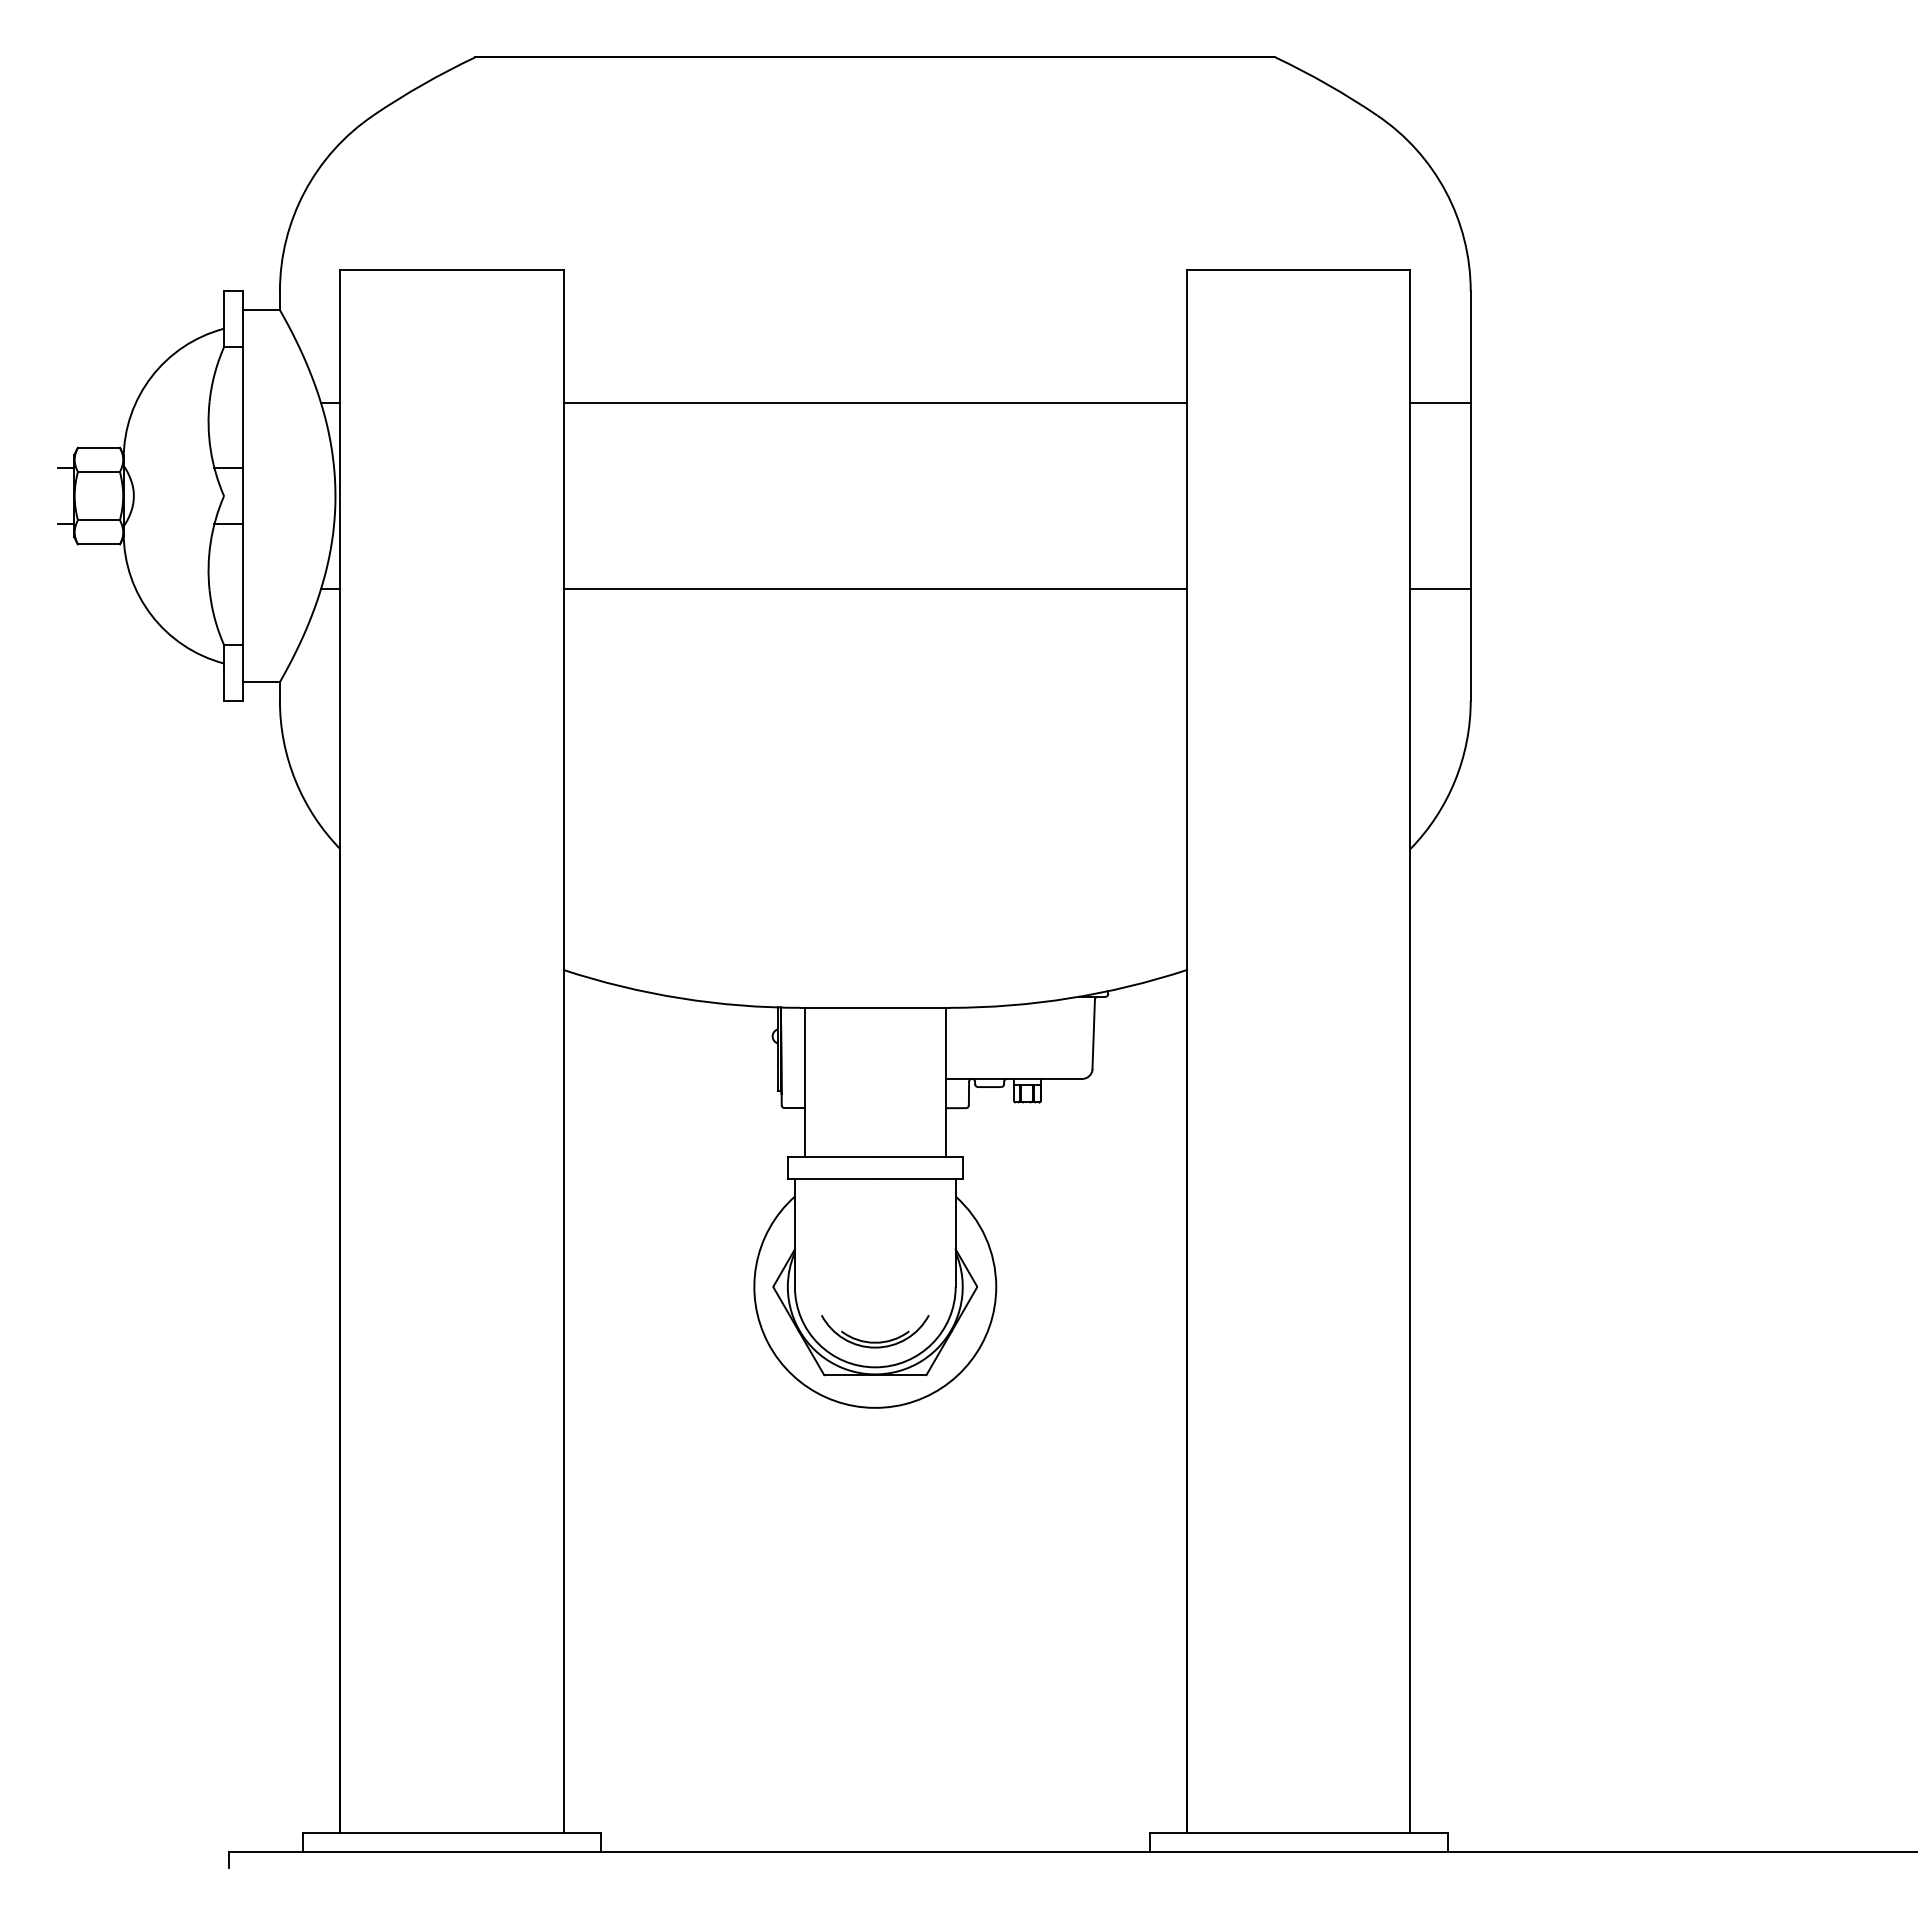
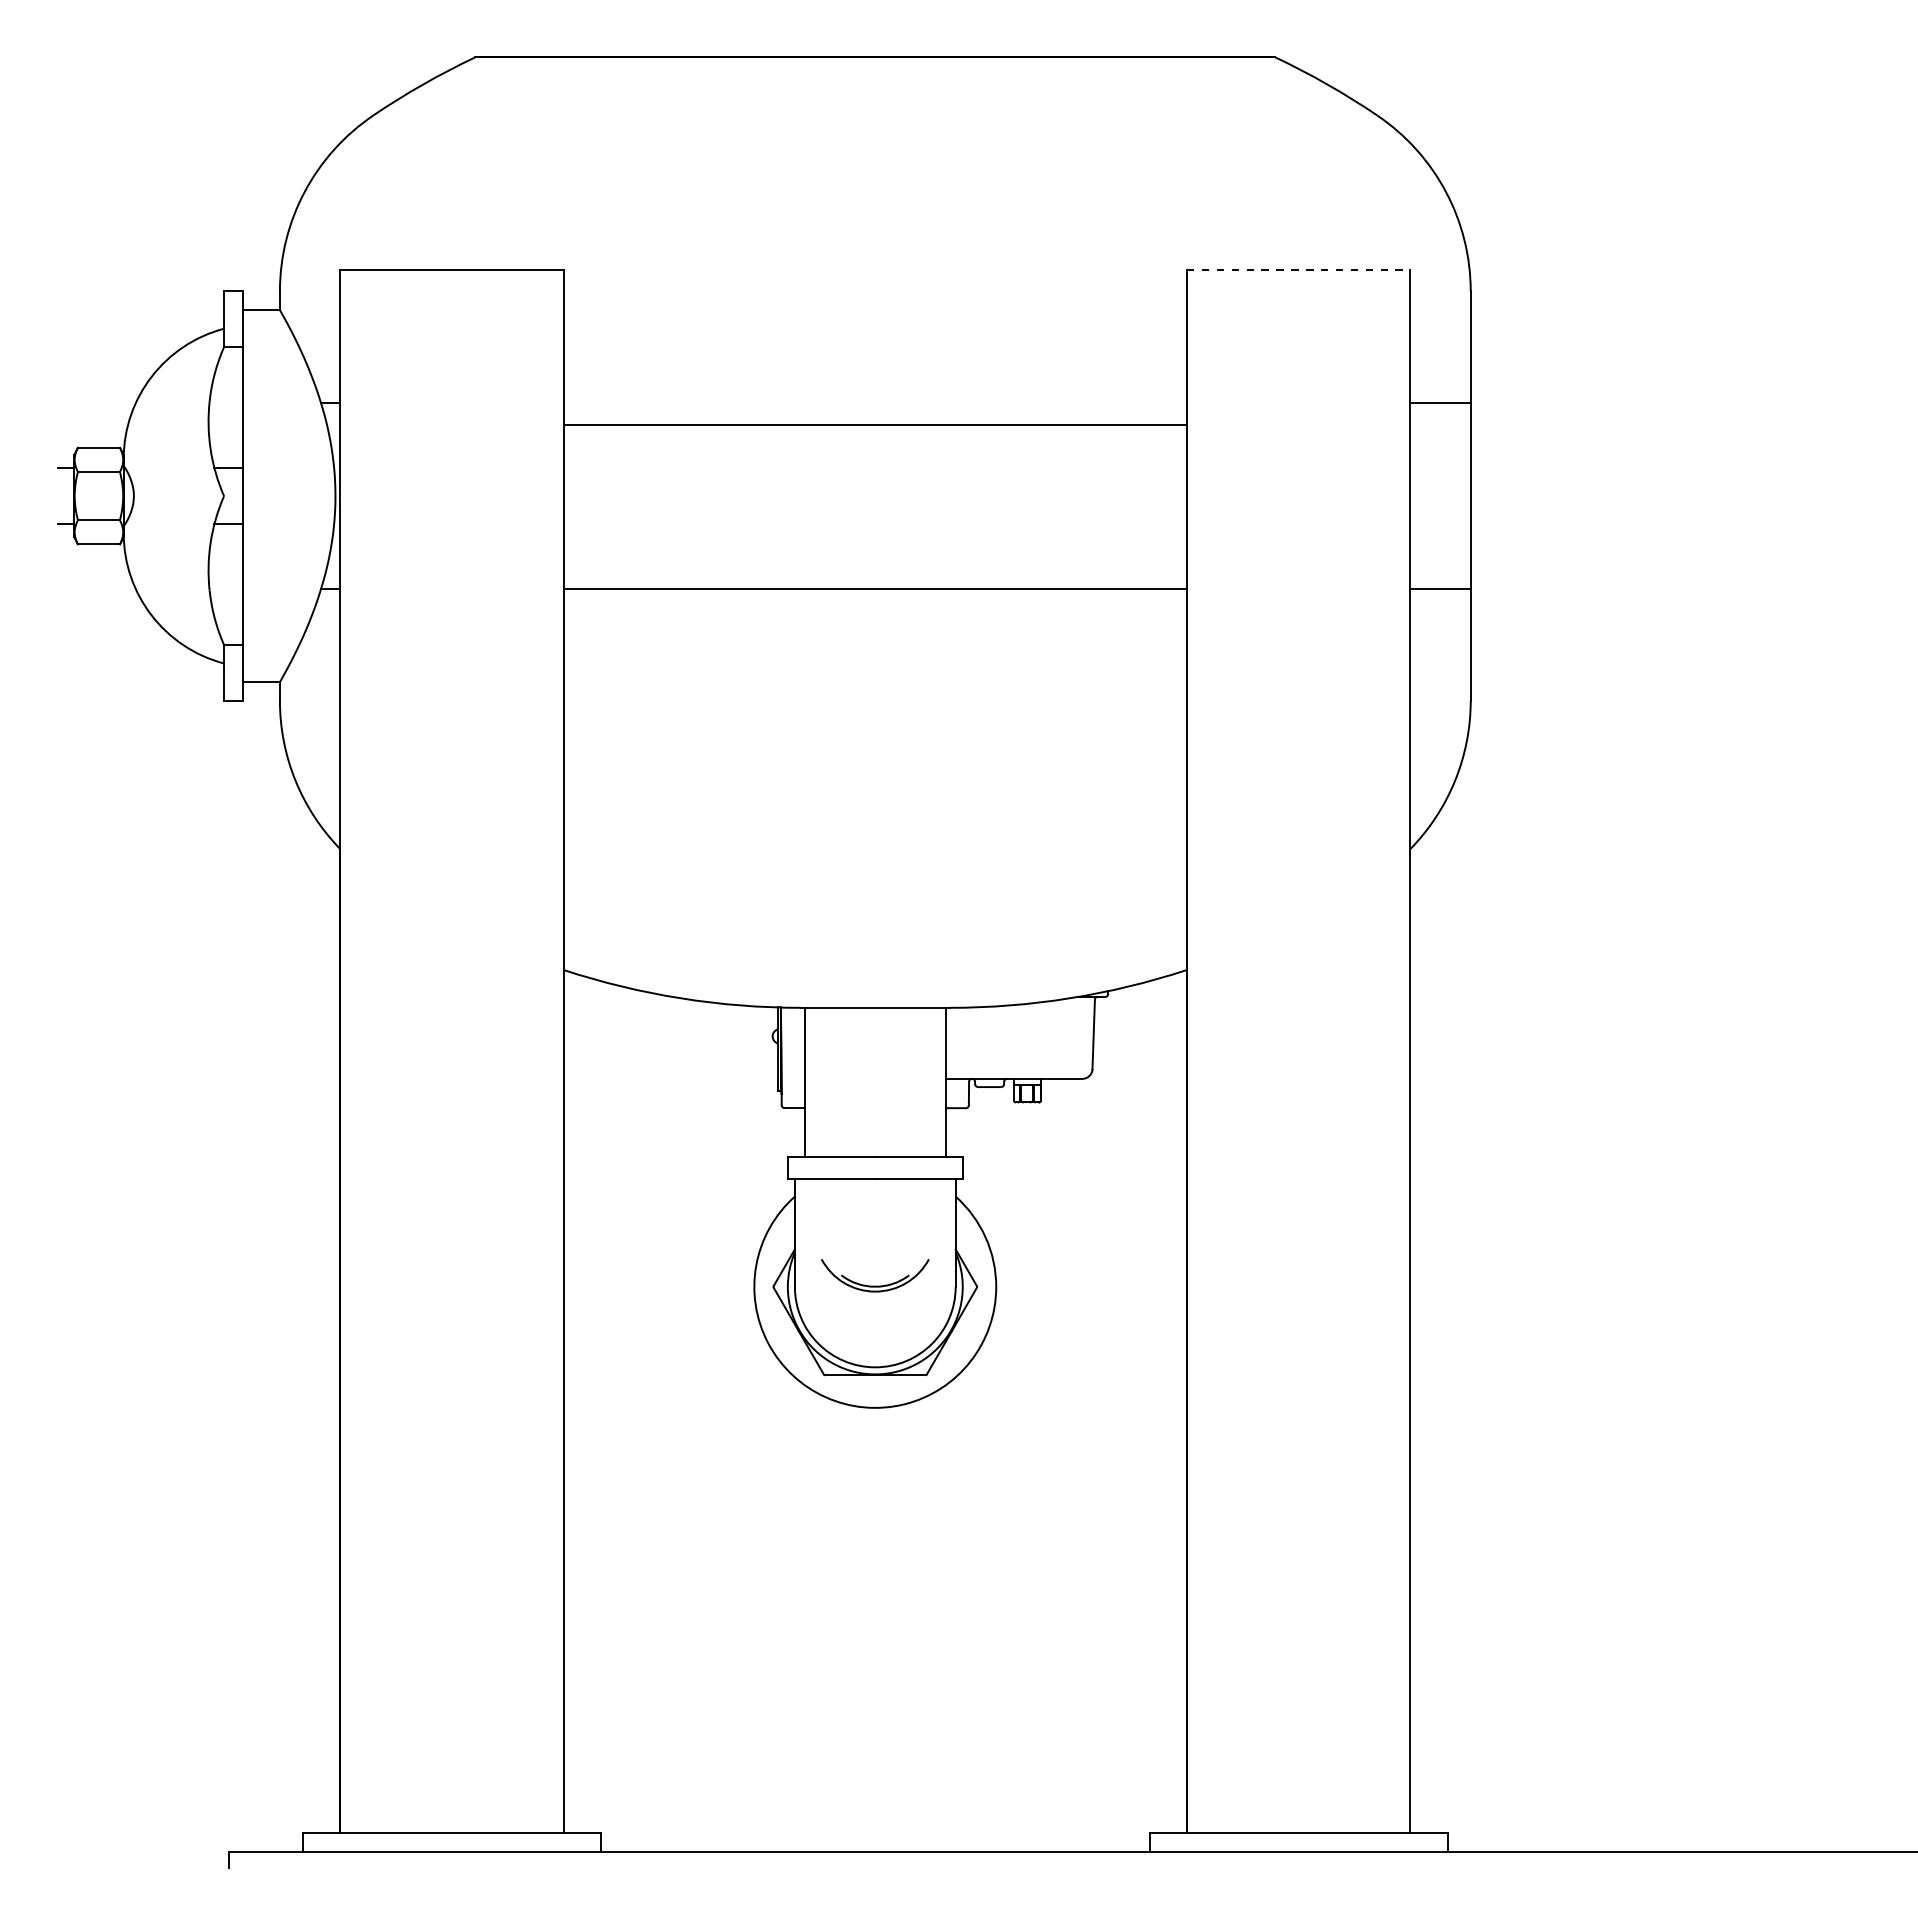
line at (1298, 269): solid -> dashed
line at (875, 403) position: (875, 403) -> (875, 425)
part at (875, 1341) position: (875, 1341) -> (875, 1285)
